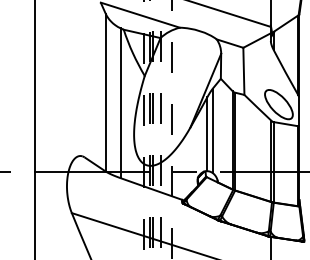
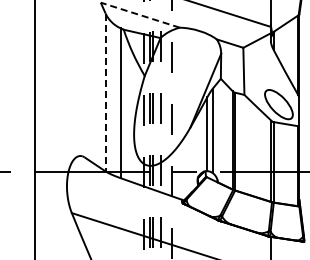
line at (139, 15): solid -> dashed
line at (105, 92): solid -> dashed
